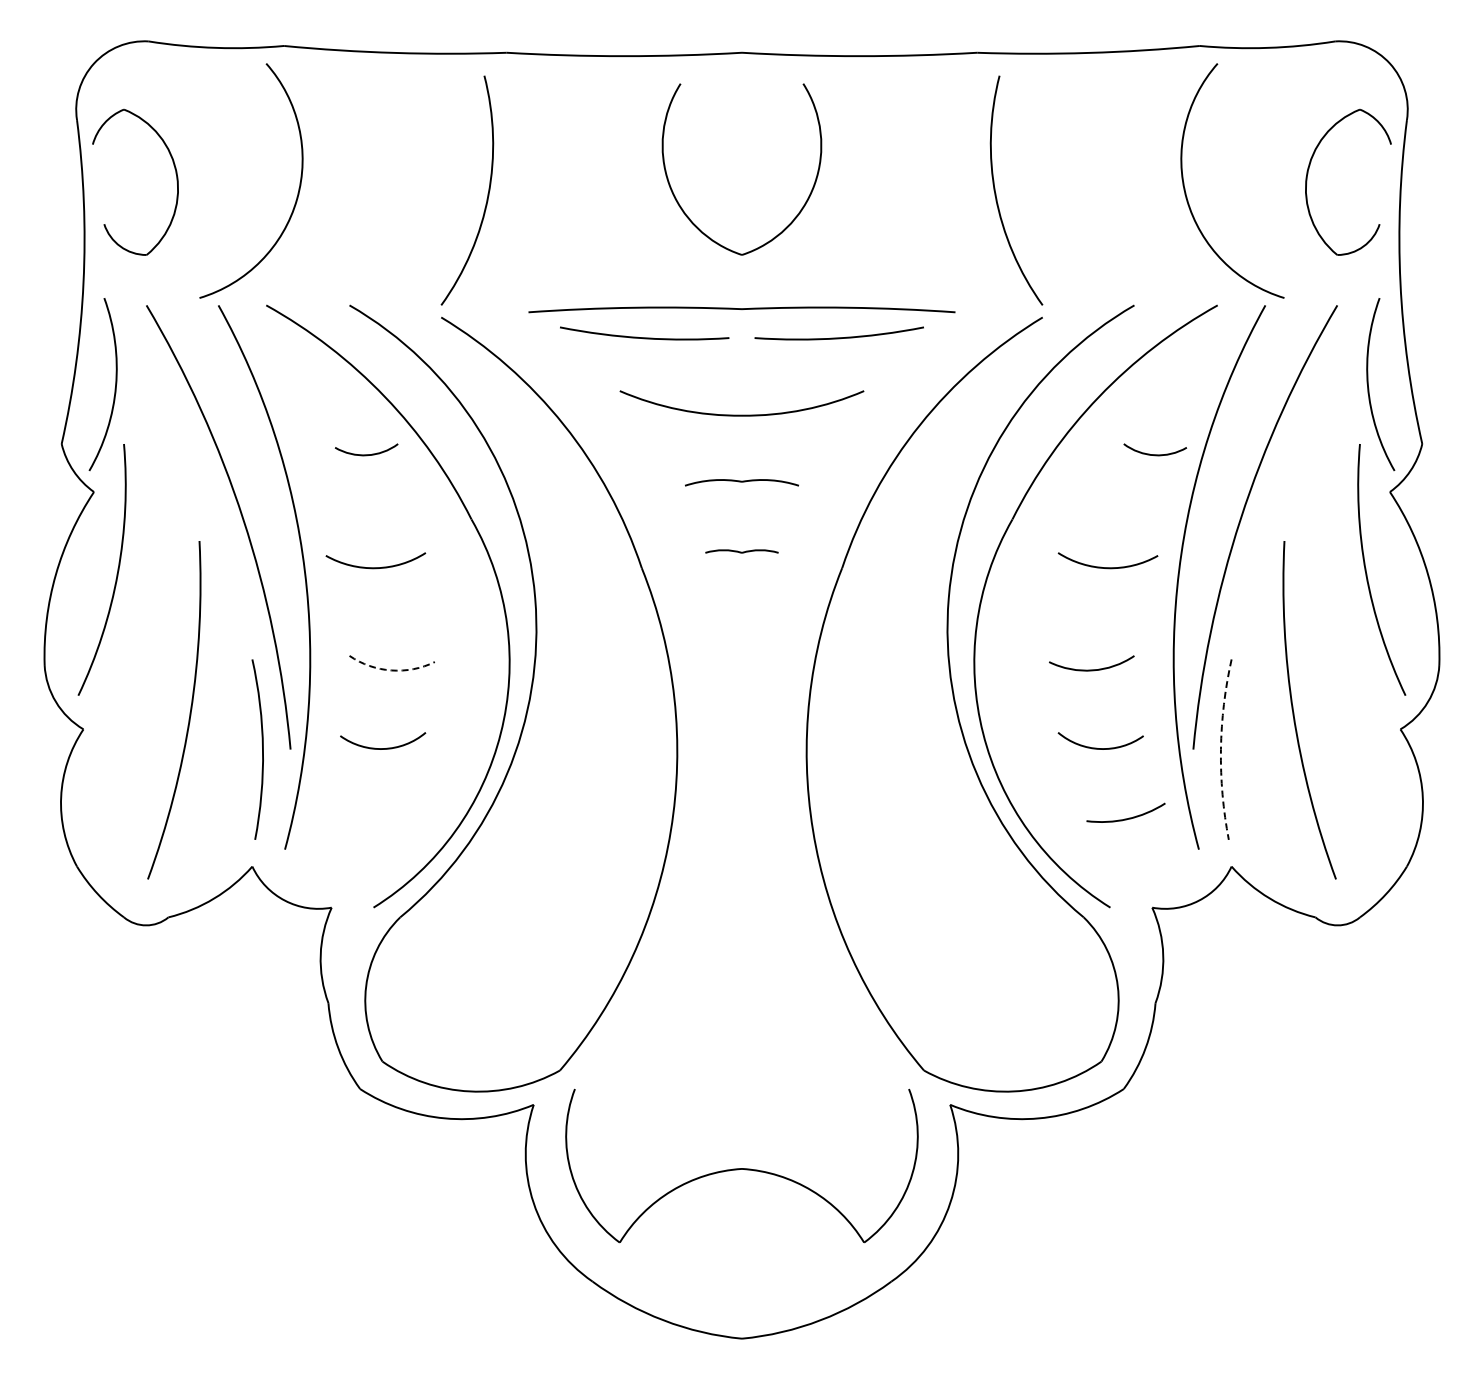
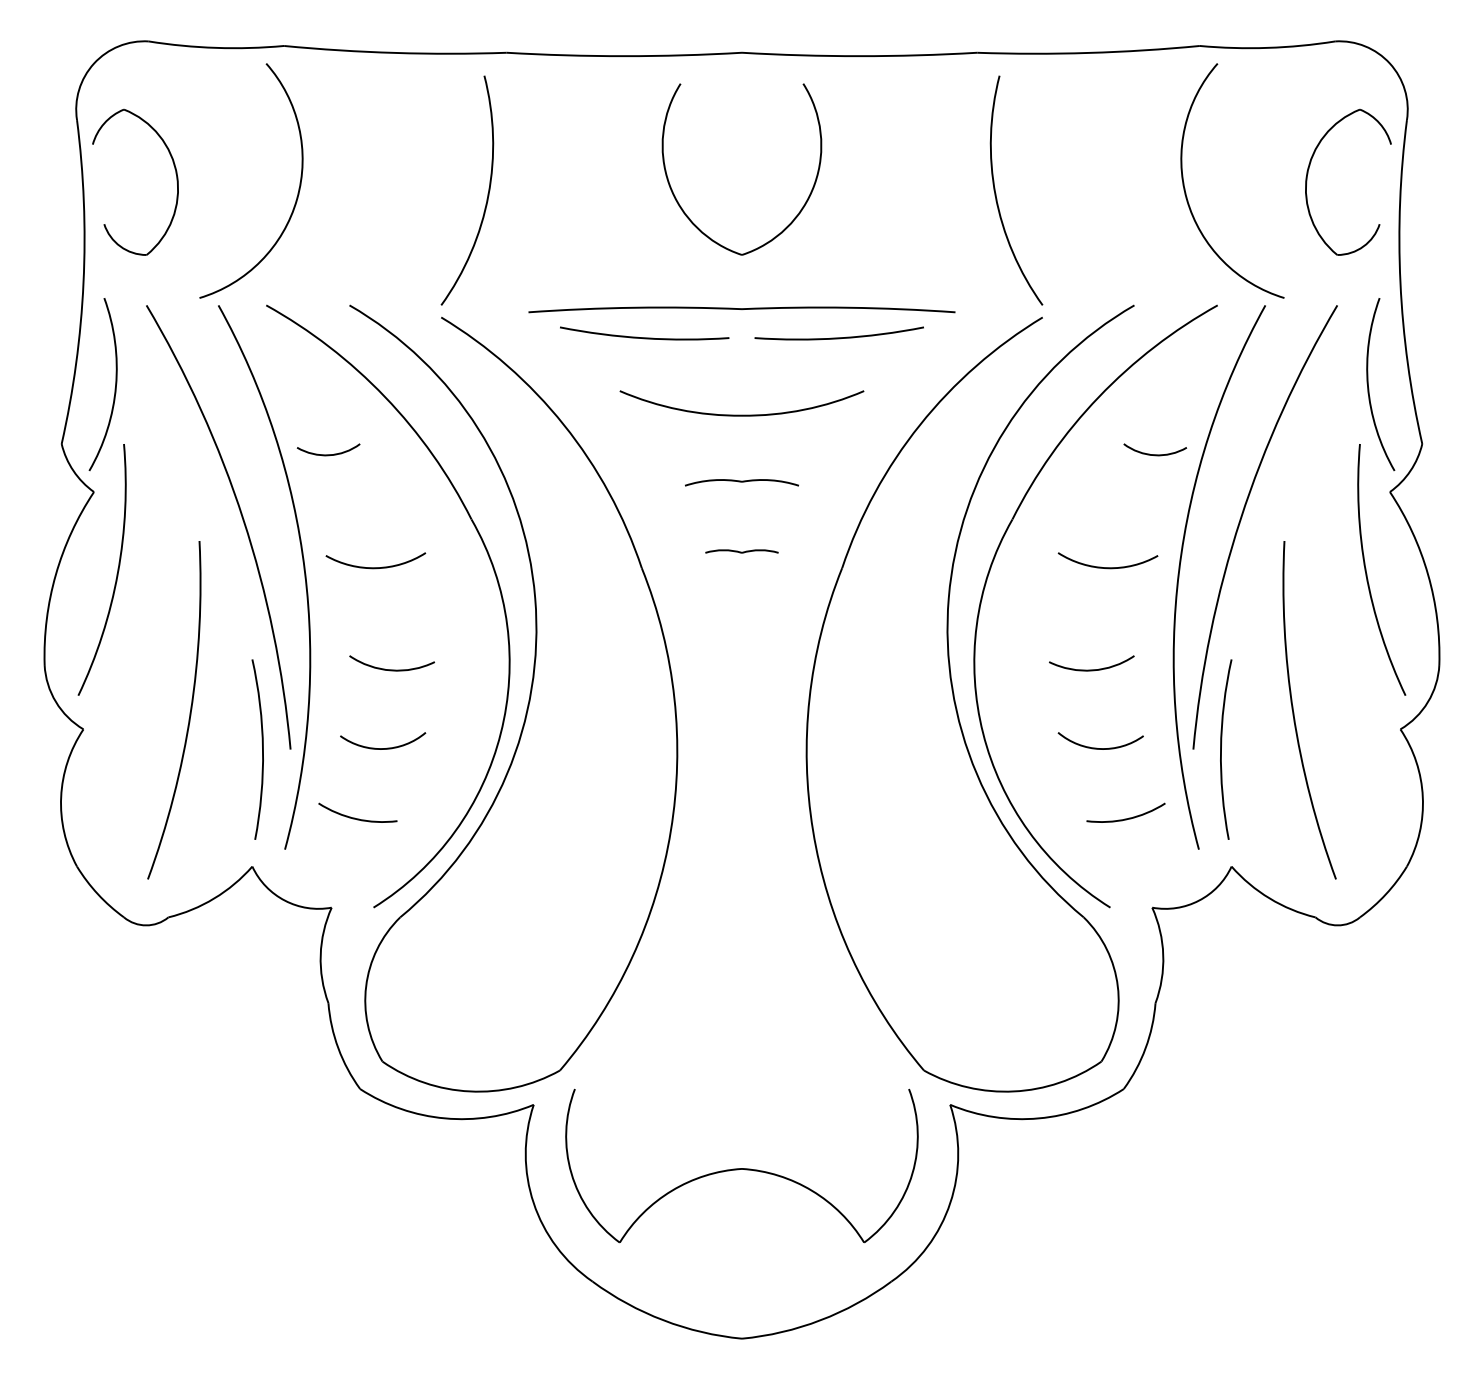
arc at (366, 454) position: (366, 454) -> (328, 454)
arc at (391, 670): dashed -> solid
arc at (1220, 749): dashed -> solid
arc at (354, 817): none -> present
